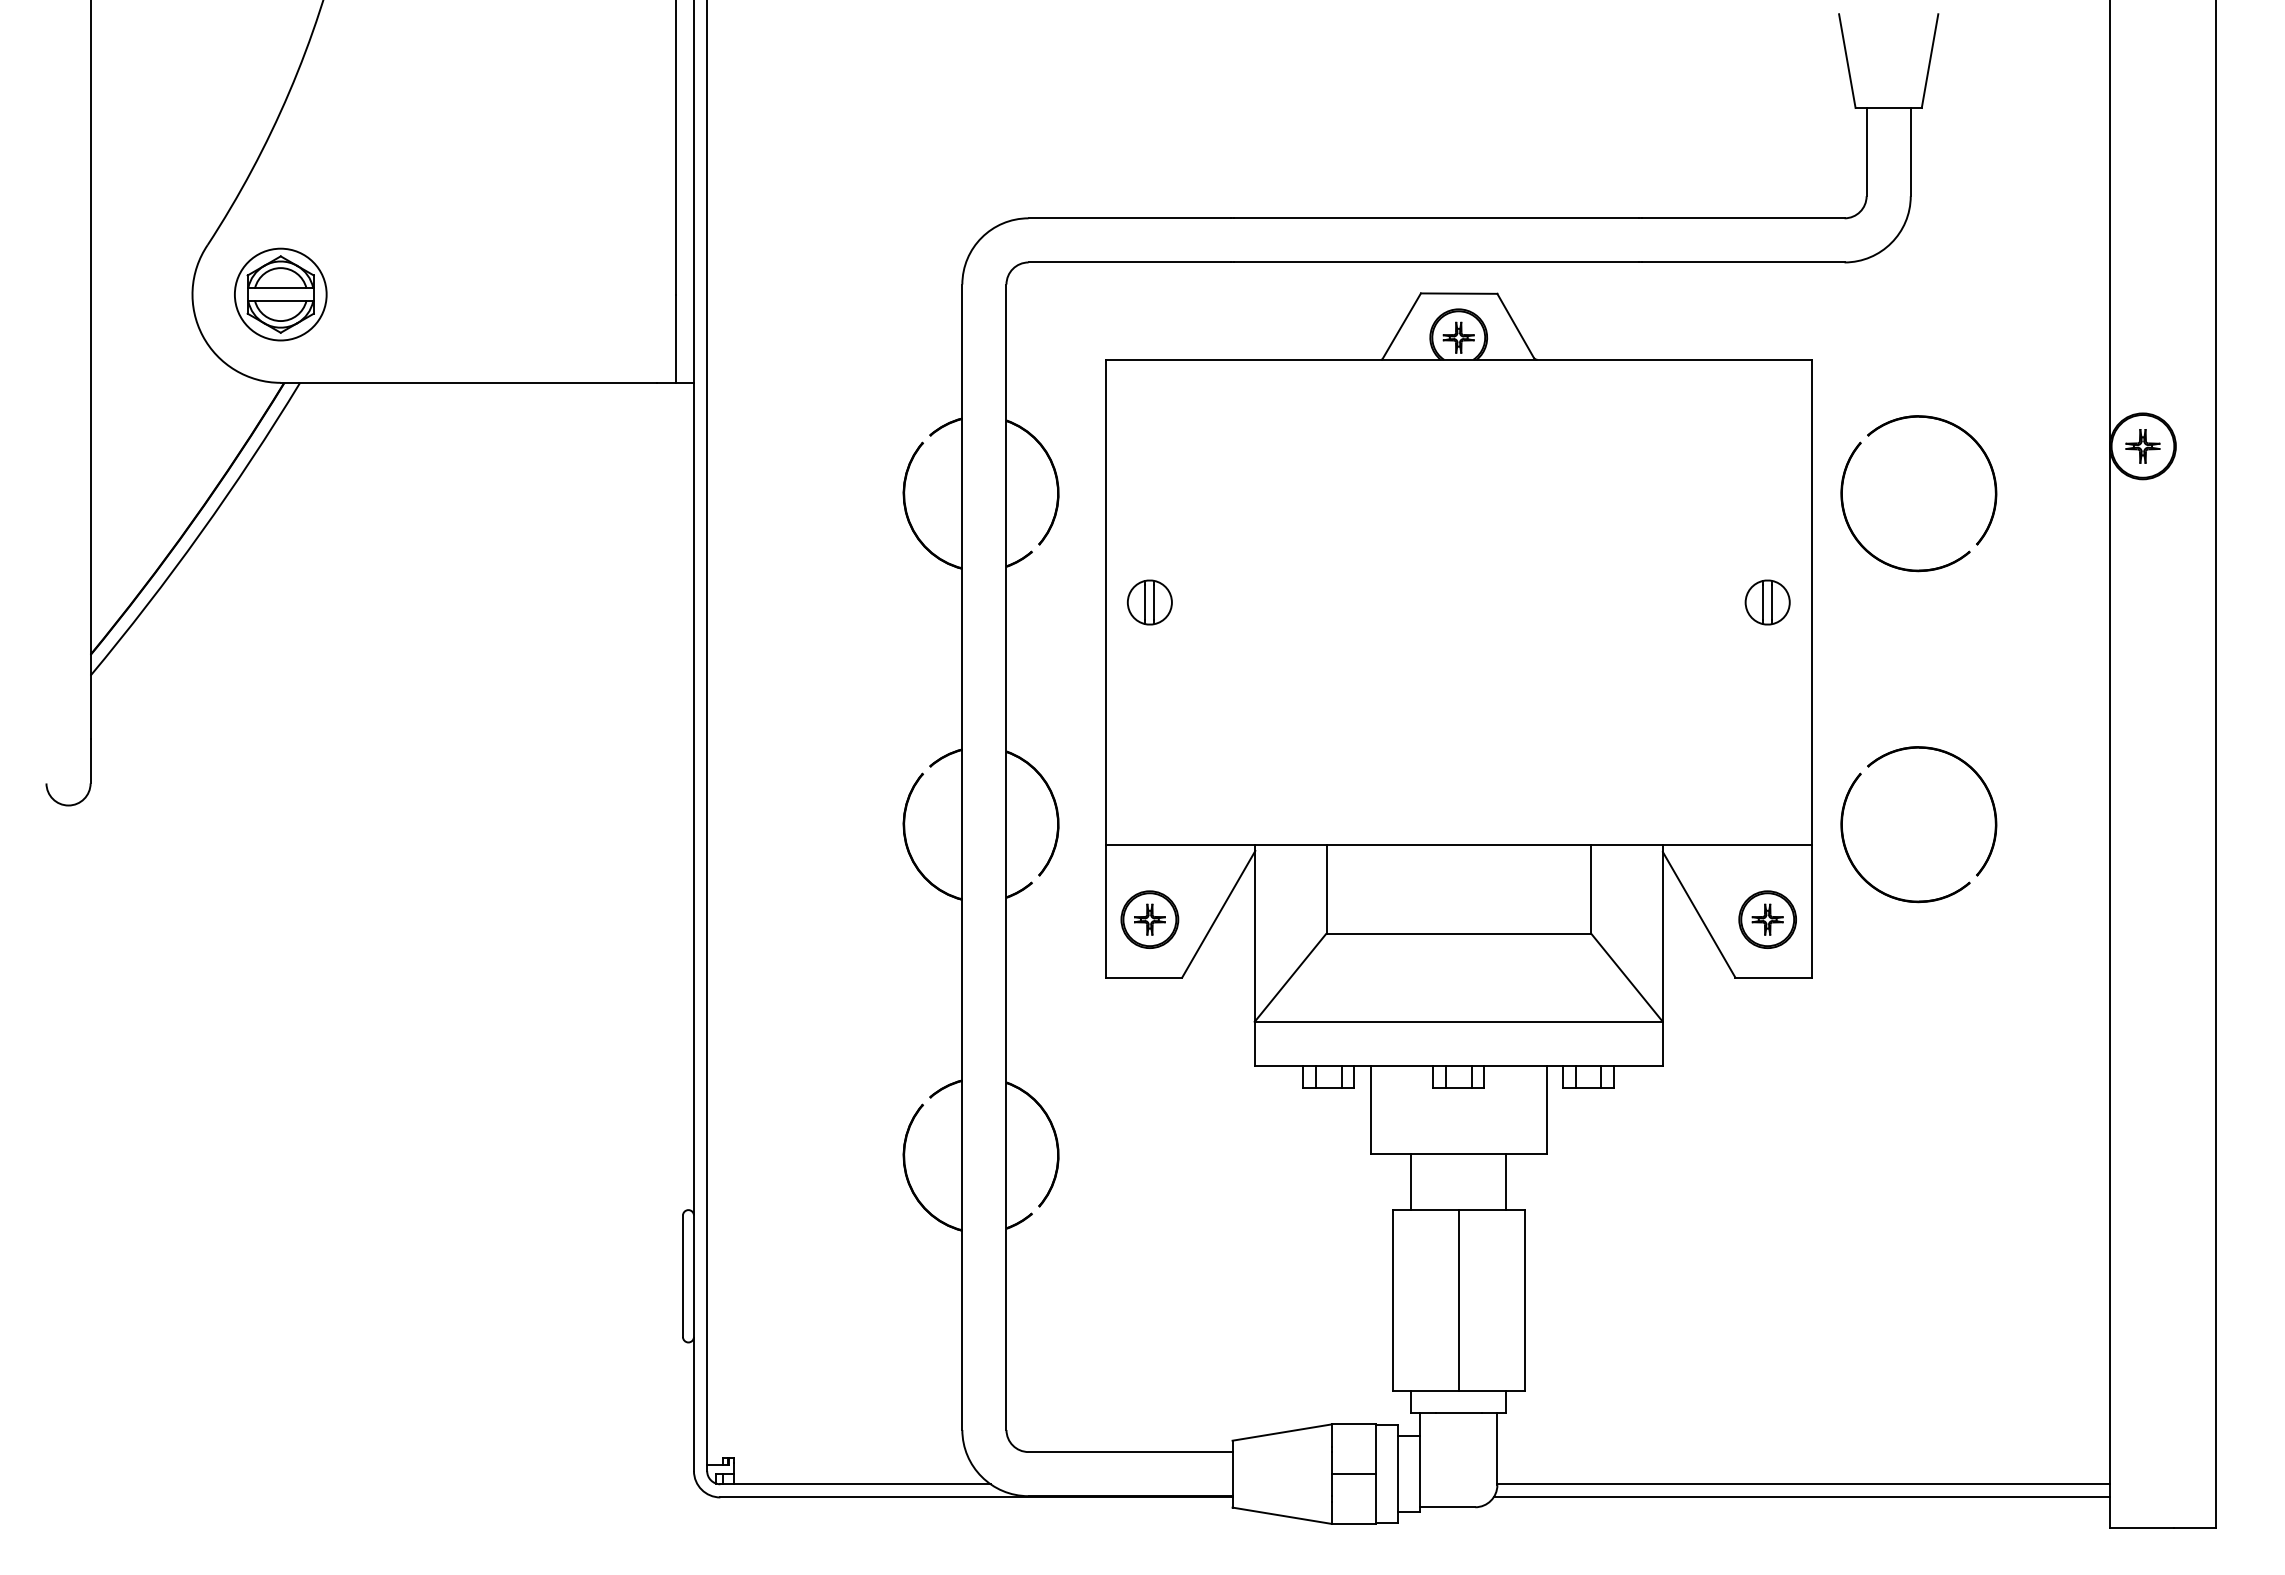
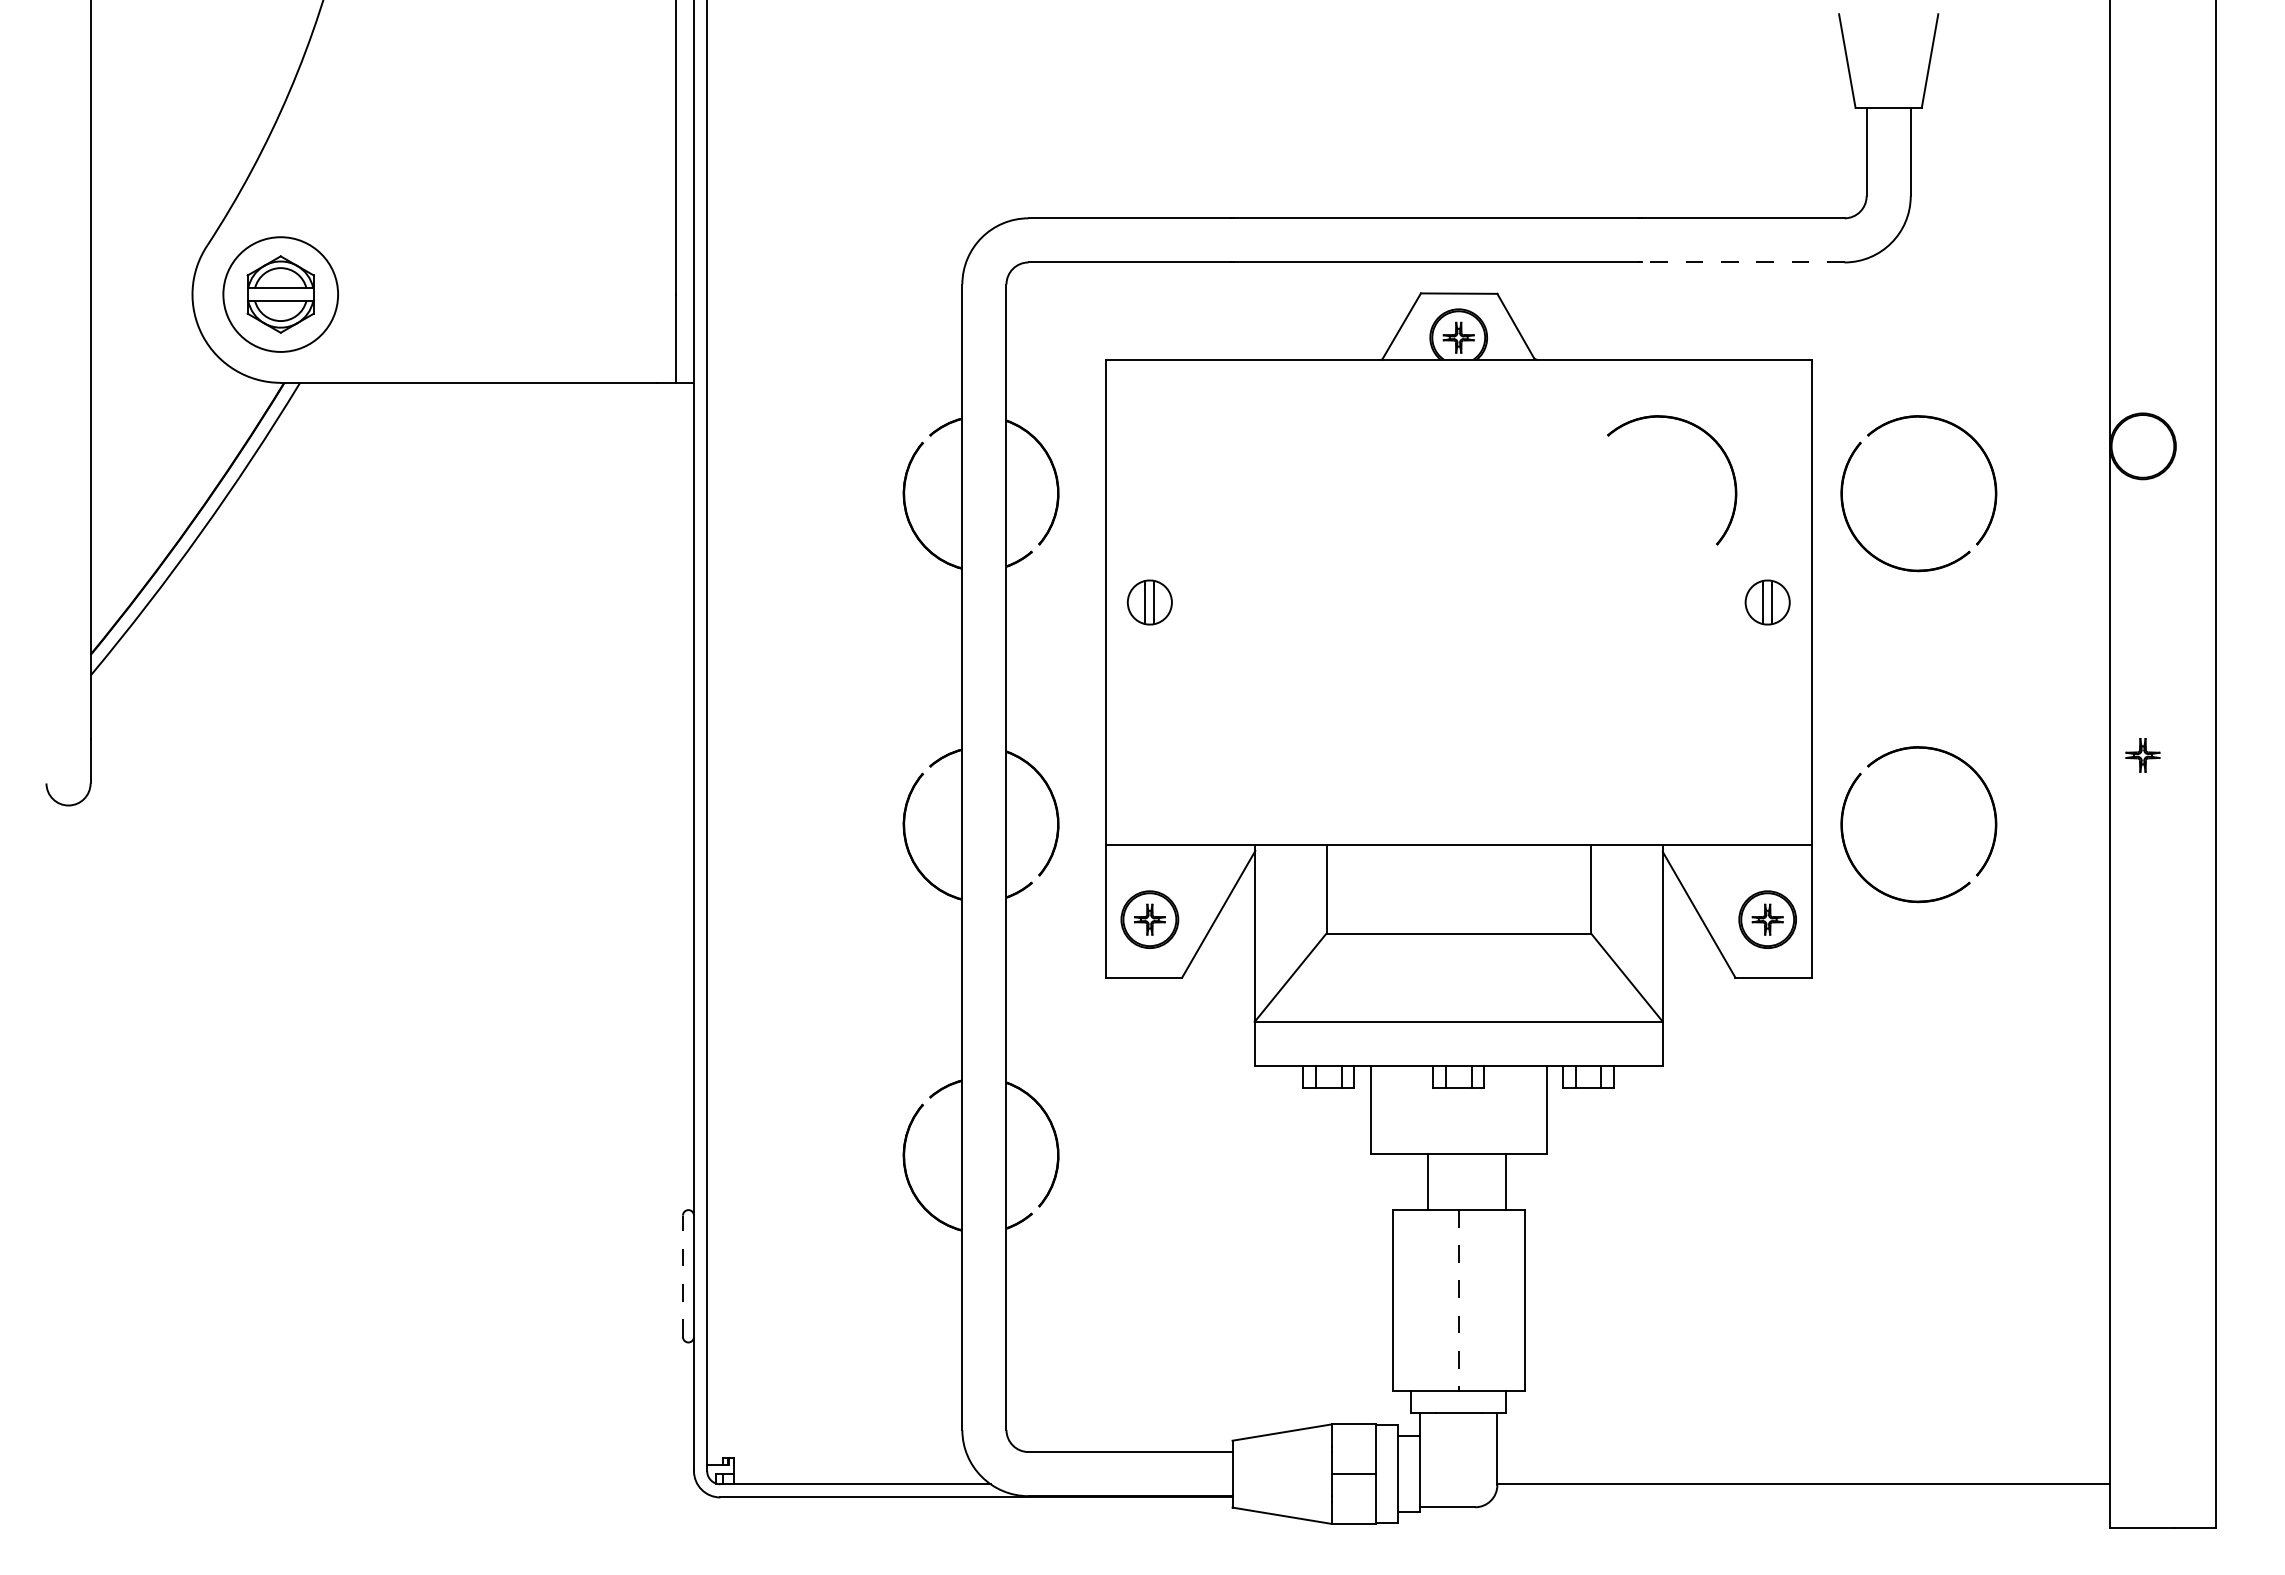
line at (1742, 262): solid -> dashed
circle at (280, 294) diameter: 92 px -> 115 px
part at (1715, 443): none -> present
part at (2142, 446) position: (2142, 446) -> (2142, 755)
line at (1411, 1181) position: (1411, 1181) -> (1428, 1181)
line at (682, 1276): solid -> dashed
line at (1458, 1300): solid -> dashed
line at (1801, 1497): present -> none
